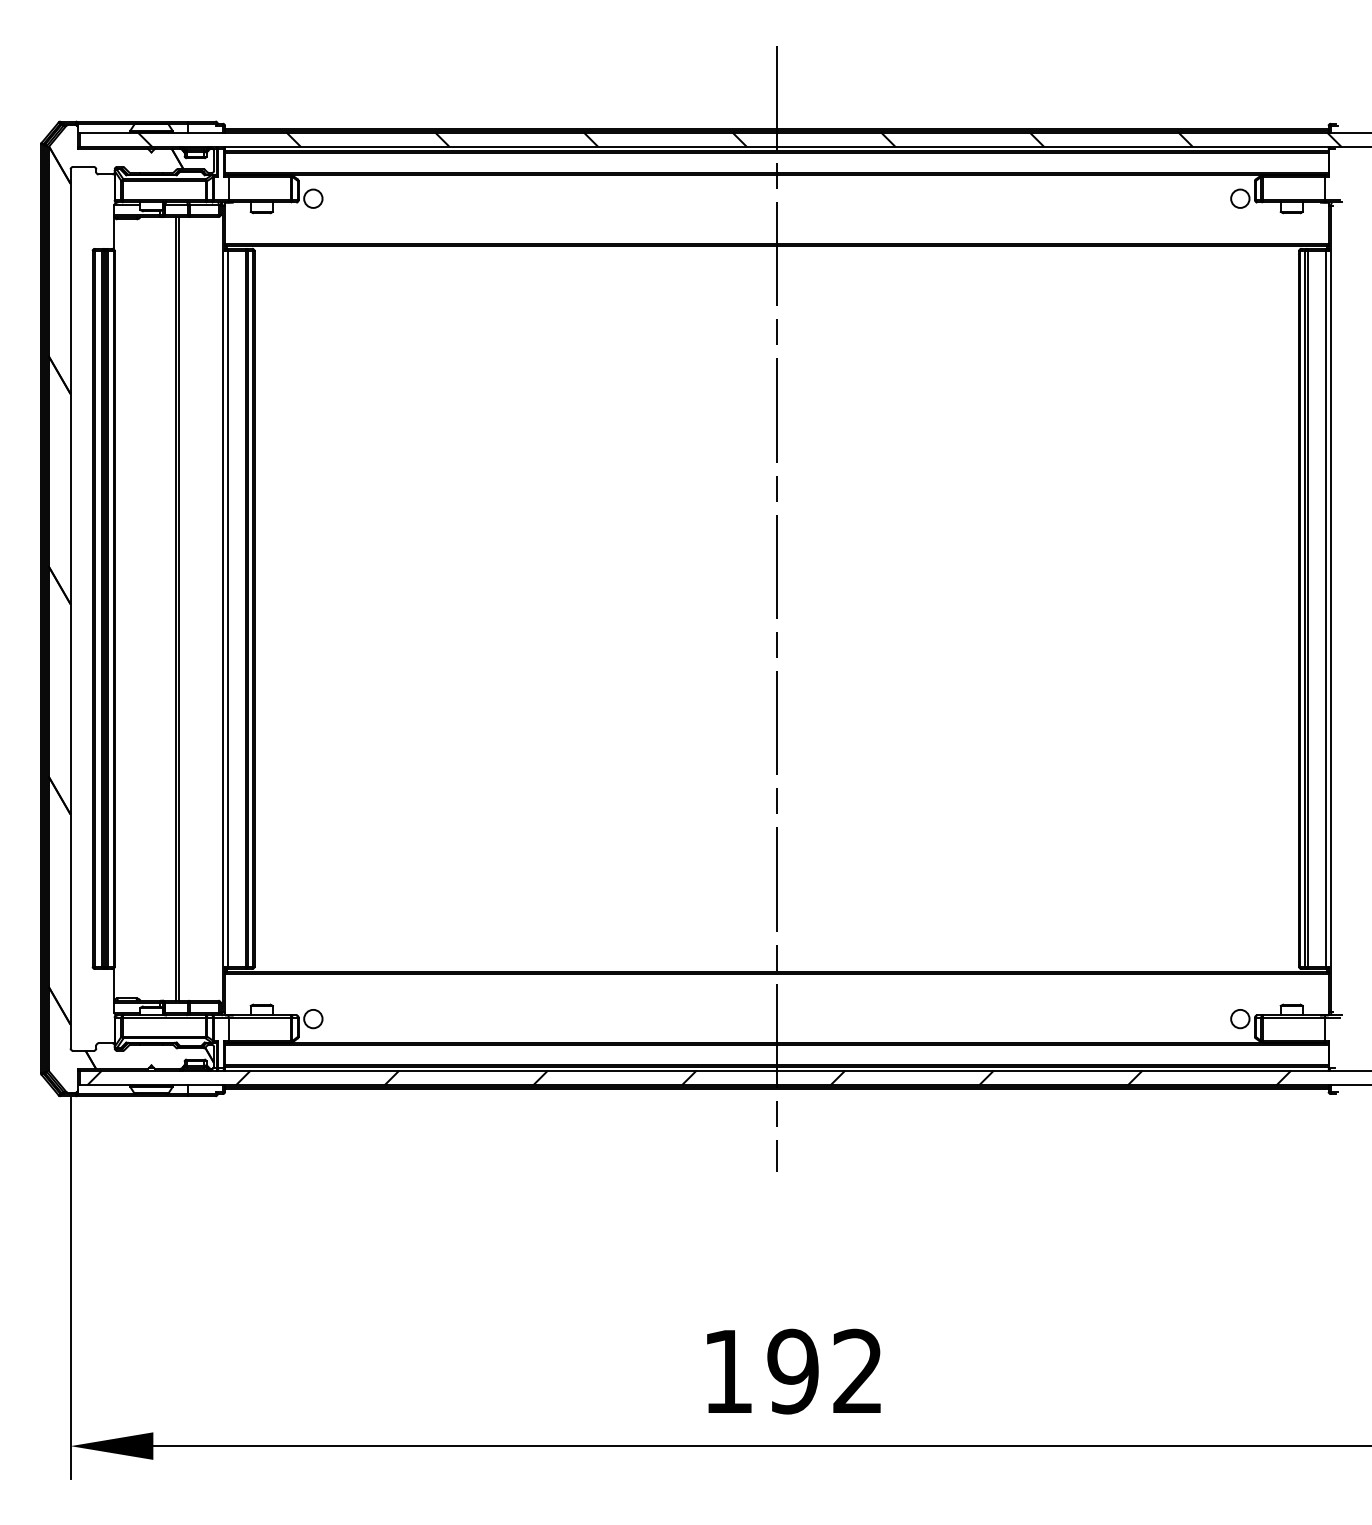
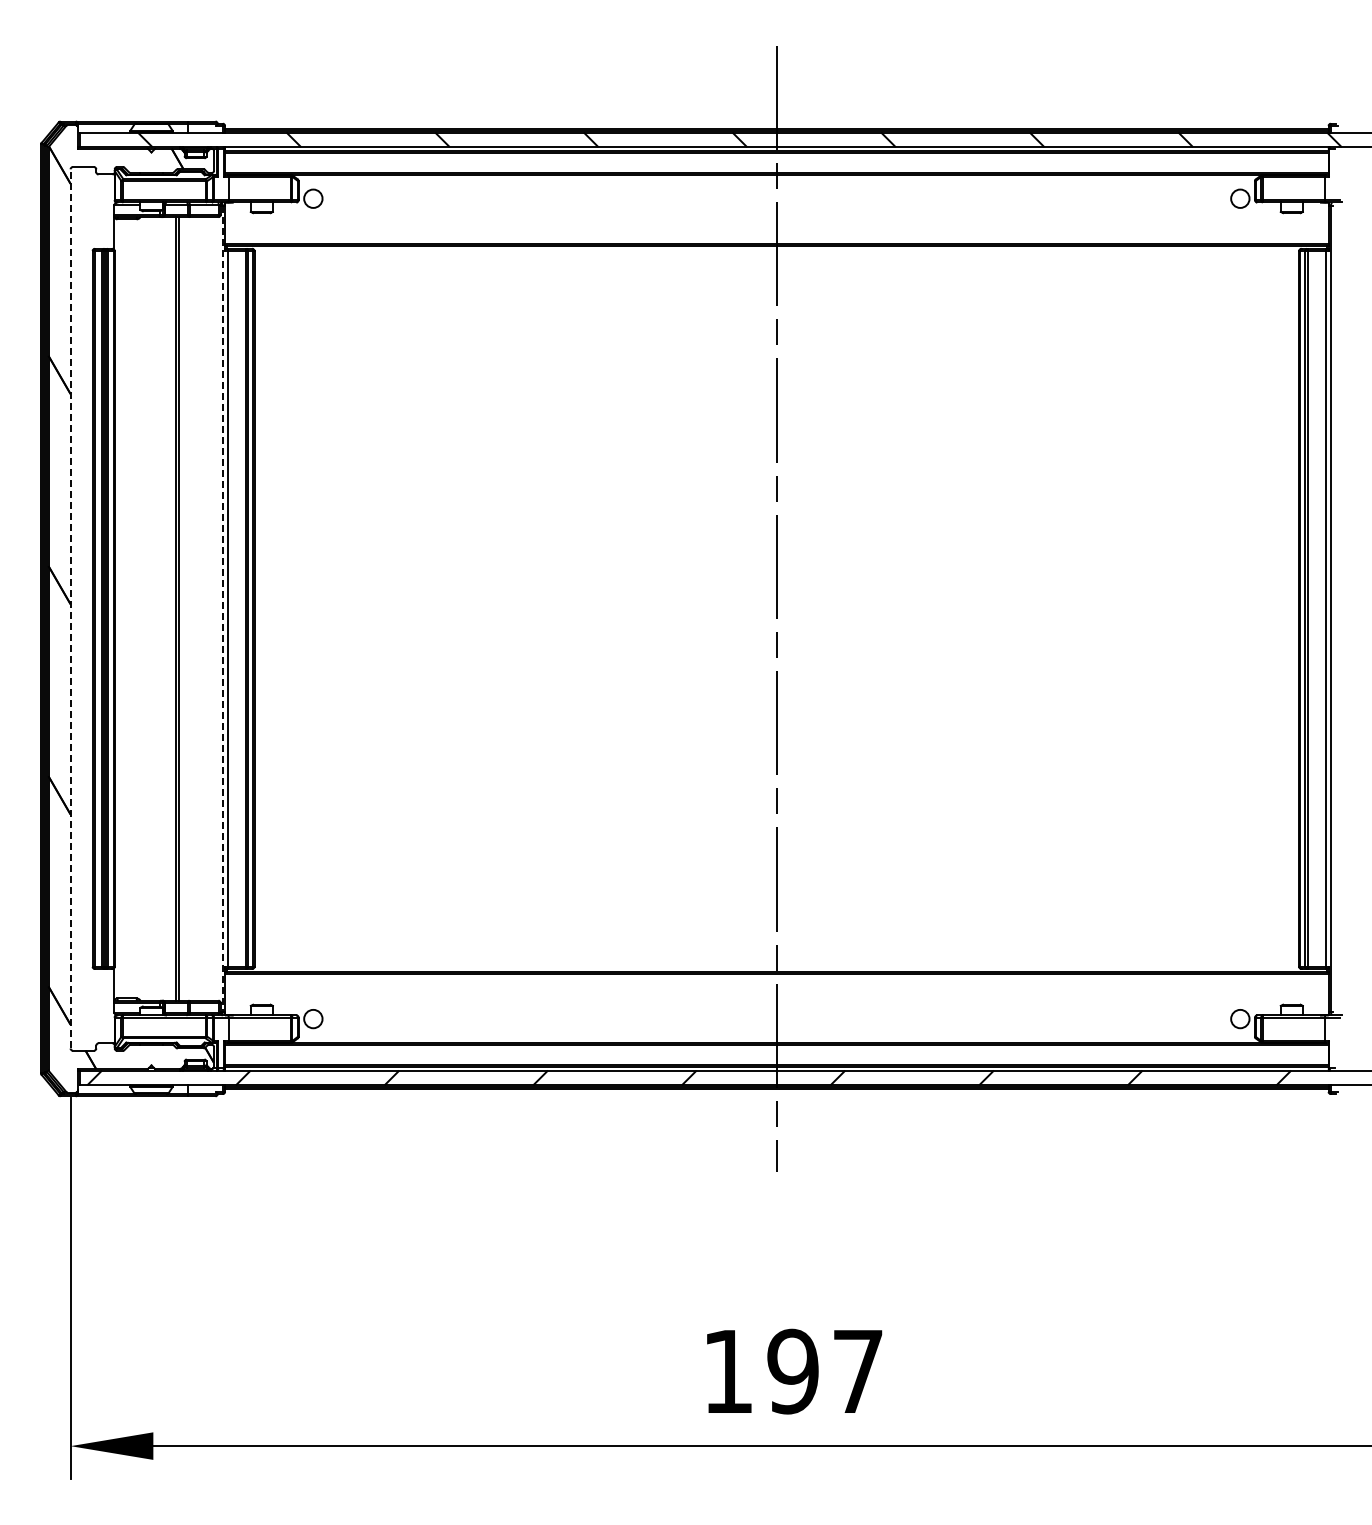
line at (70, 608): solid -> dashed
line at (222, 608): solid -> dashed
text at (857, 1370): 192 -> 197
